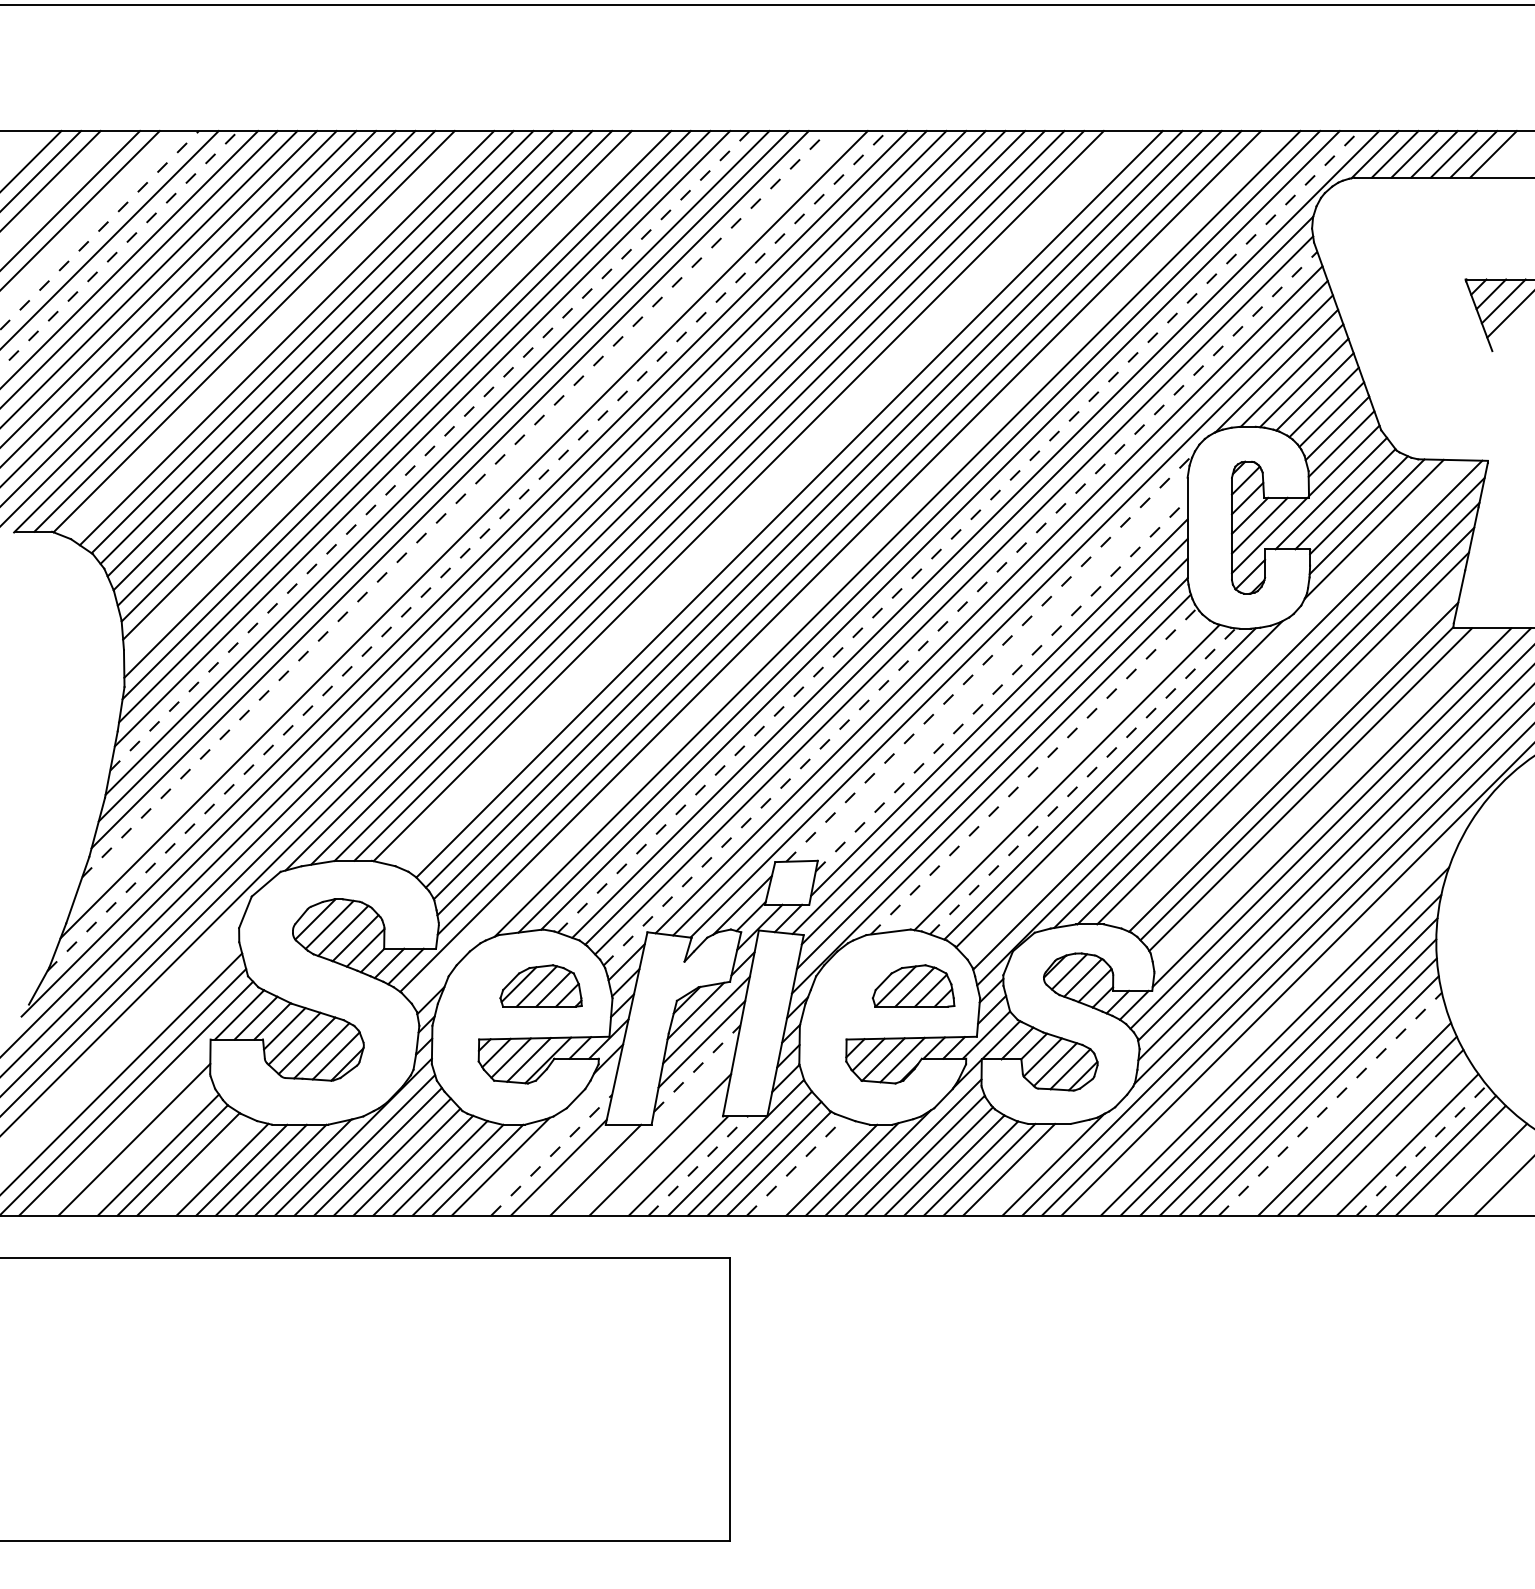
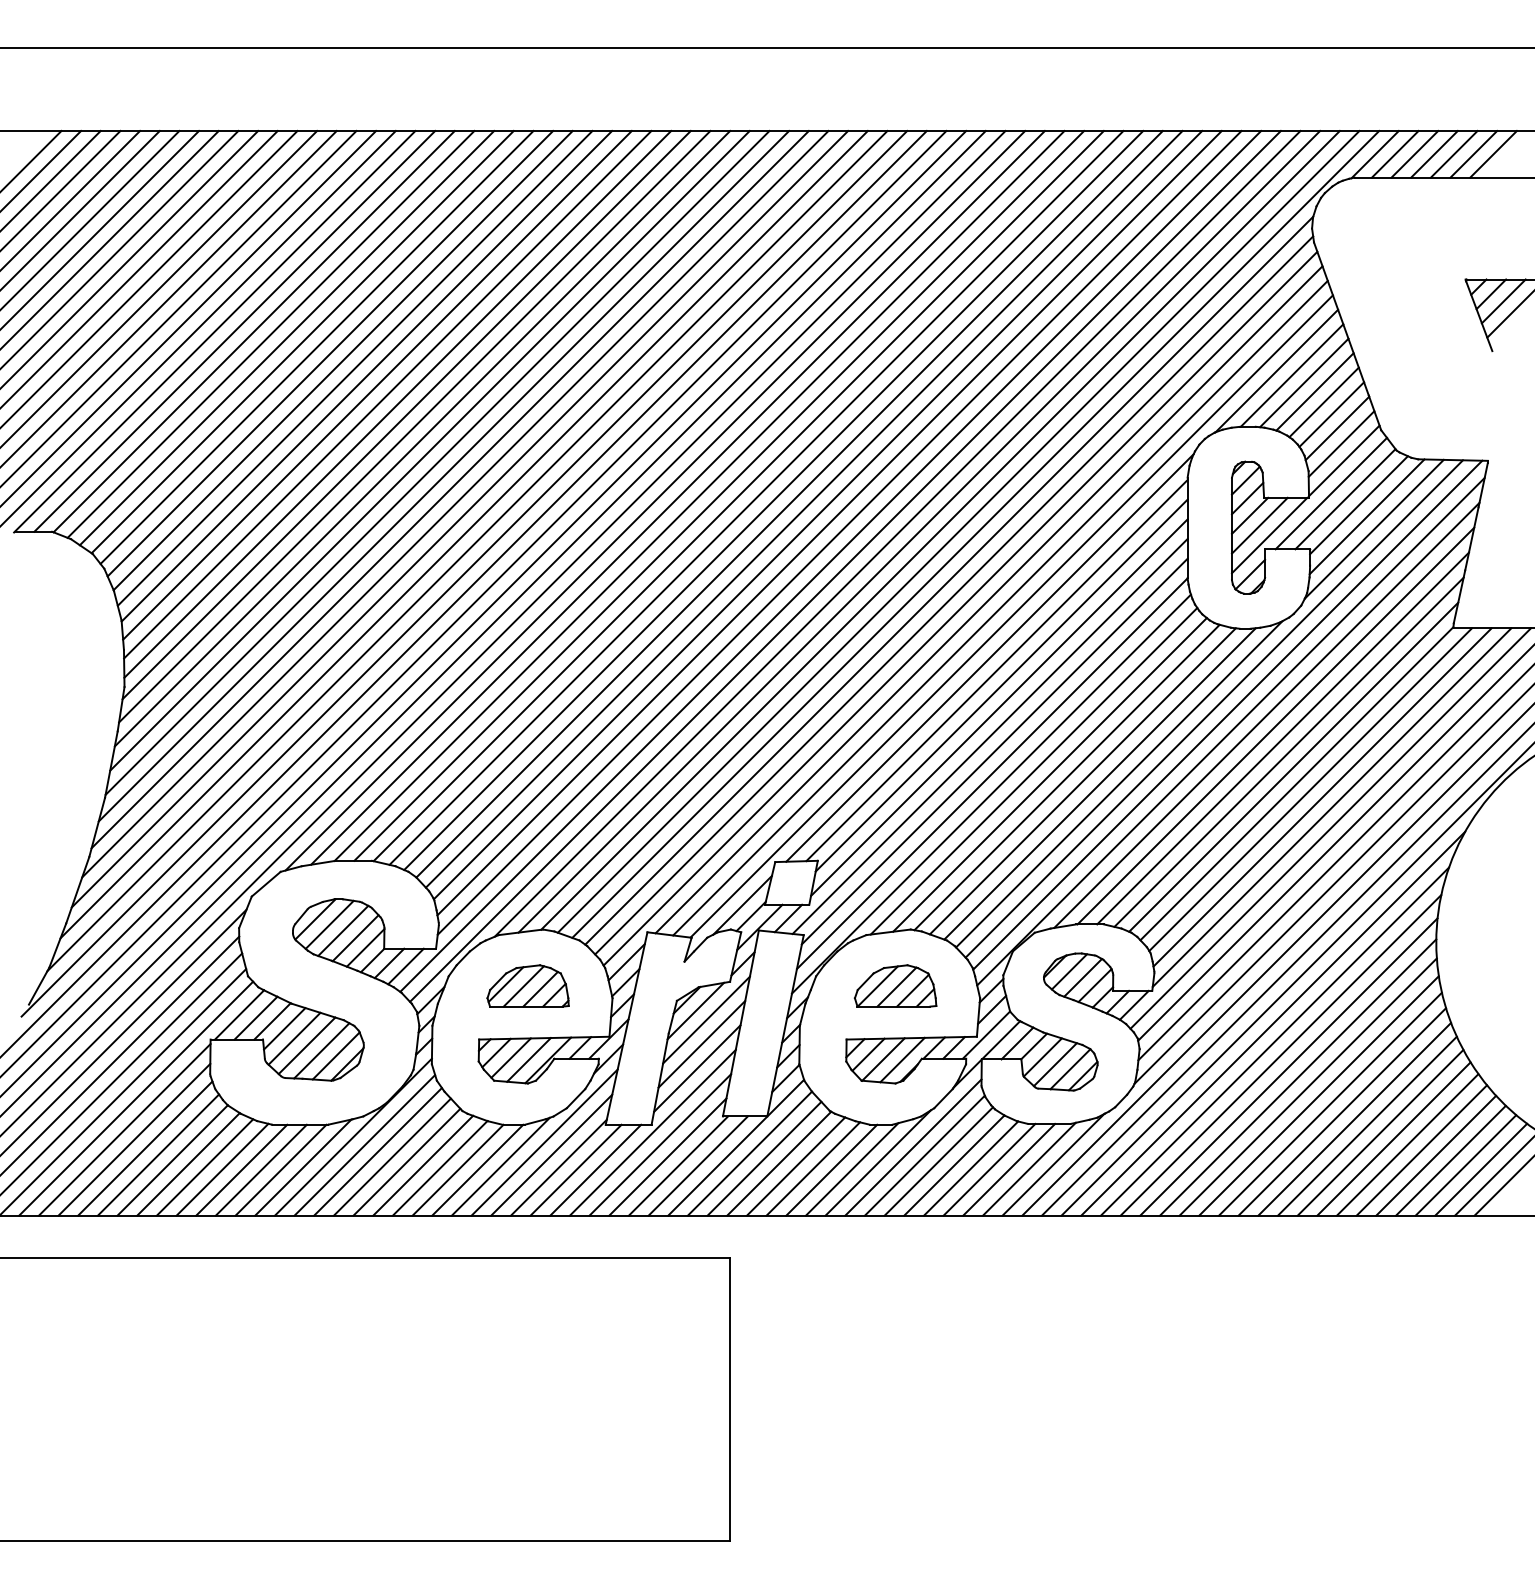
line at (766, 4) position: (766, 4) -> (766, 47)
line at (61, 189): none -> present
line at (90, 218): none -> present
line at (100, 229): dashed -> solid
line at (119, 249): dashed -> solid
line at (270, 333): none -> present
line at (387, 394): none -> present
line at (430, 450): dashed -> solid
line at (756, 497): none -> present
line at (773, 500): none -> present
line at (455, 504): dashed -> solid
line at (459, 518): none -> present
line at (958, 531): dashed -> solid
line at (467, 550): dashed -> solid
line at (845, 565): none -> present
line at (960, 608): dashed -> solid
line at (990, 657): dashed -> solid
line at (996, 670): none -> present
line at (1001, 685): dashed -> solid
line at (1213, 708): none -> present
line at (1288, 751): none -> present
line at (1034, 771): dashed -> solid
line at (1049, 774): none -> present
line at (1083, 781): dashed -> solid
line at (1322, 797): none -> present
part at (540, 985) position: (540, 985) -> (527, 985)
part at (913, 985) position: (913, 985) -> (895, 985)
line at (1273, 1023): none -> present
line at (124, 1031): none -> present
line at (120, 1054): none -> present
line at (697, 1068): dashed -> solid
line at (1330, 1104): dashed -> solid
line at (1342, 1111): none -> present
line at (124, 1129): none -> present
line at (652, 1132): none -> present
line at (1393, 1138): none -> present
line at (544, 1142): none -> present
line at (145, 1148): none -> present
line at (1422, 1150): dashed -> solid
line at (551, 1155): dashed -> solid
line at (667, 1156): none -> present
line at (698, 1165): dashed -> solid
line at (1465, 1165): none -> present
line at (796, 1166): dashed -> solid
line at (204, 1167): none -> present
line at (813, 1168): none -> present
line at (1029, 1168): none -> present
line at (575, 1169): none -> present
line at (1493, 1177): none -> present
